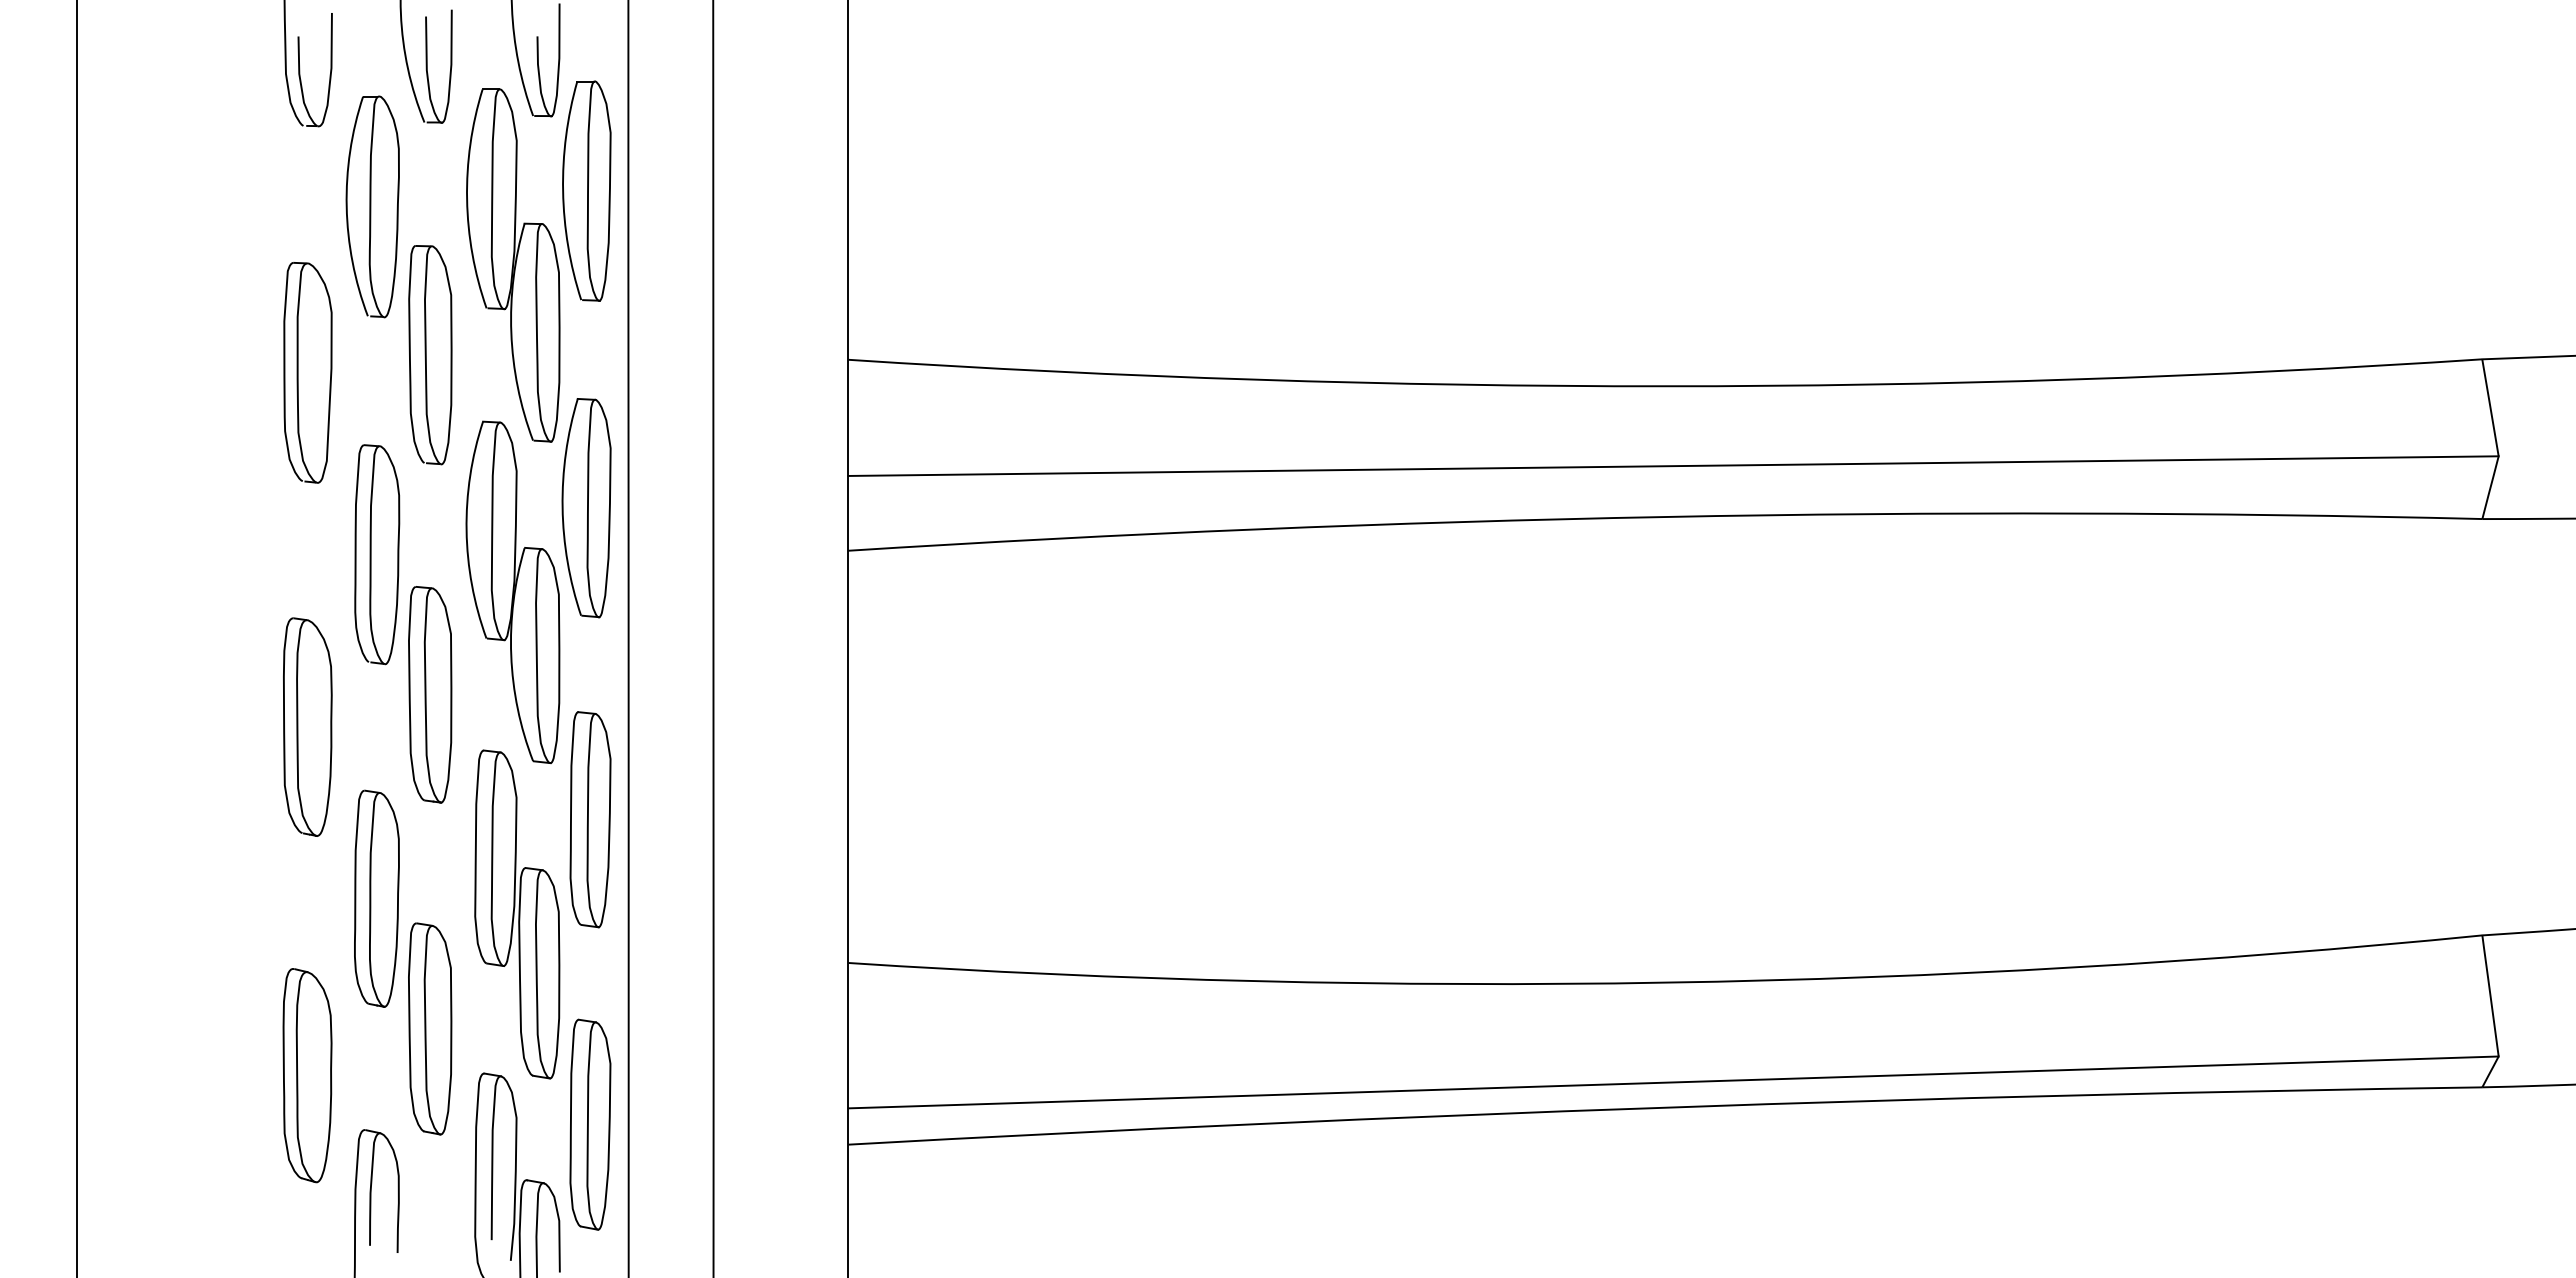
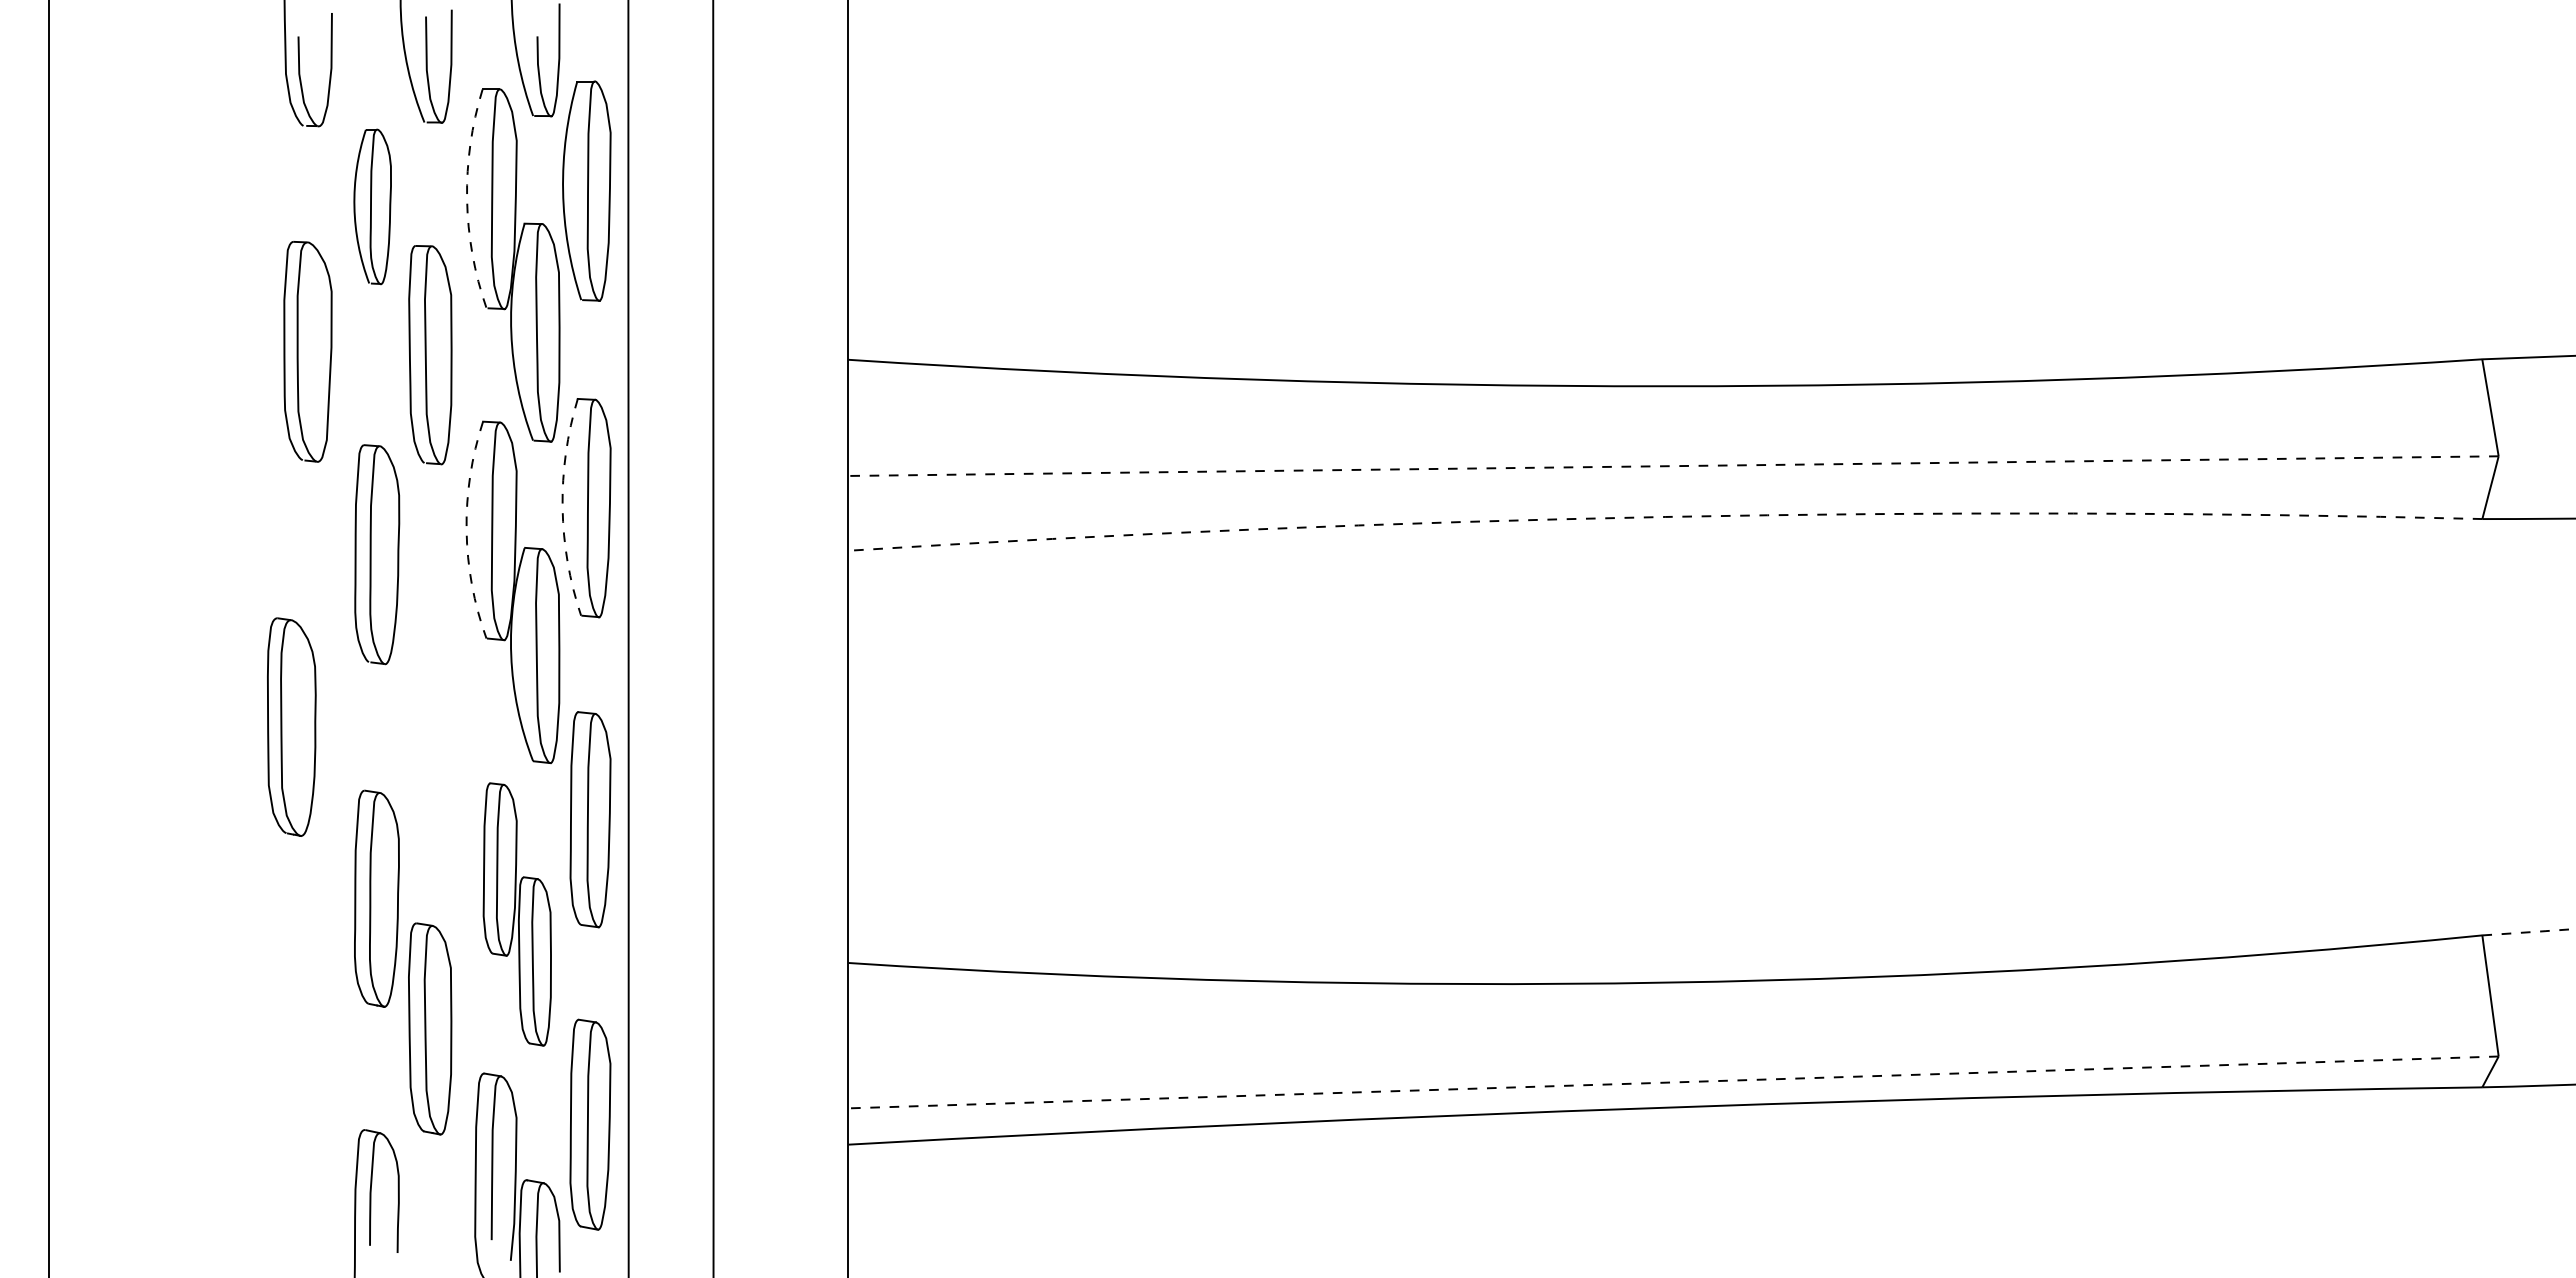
arc at (467, 199): solid -> dashed
part at (372, 206) size: 55x224 px -> 39x158 px
part at (307, 372) position: (307, 372) -> (307, 351)
line at (1673, 466): solid -> dashed
arc at (562, 507): solid -> dashed
arc at (1665, 516): solid -> dashed
arc at (466, 530): solid -> dashed
line at (77, 638) position: (77, 638) -> (49, 638)
part at (430, 694): present -> none
part at (307, 726) position: (307, 726) -> (291, 726)
part at (517, 914) size: 87x331 px -> 70x265 px
arc at (2529, 932): solid -> dashed
part at (307, 1075): present -> none
line at (1673, 1082): solid -> dashed
